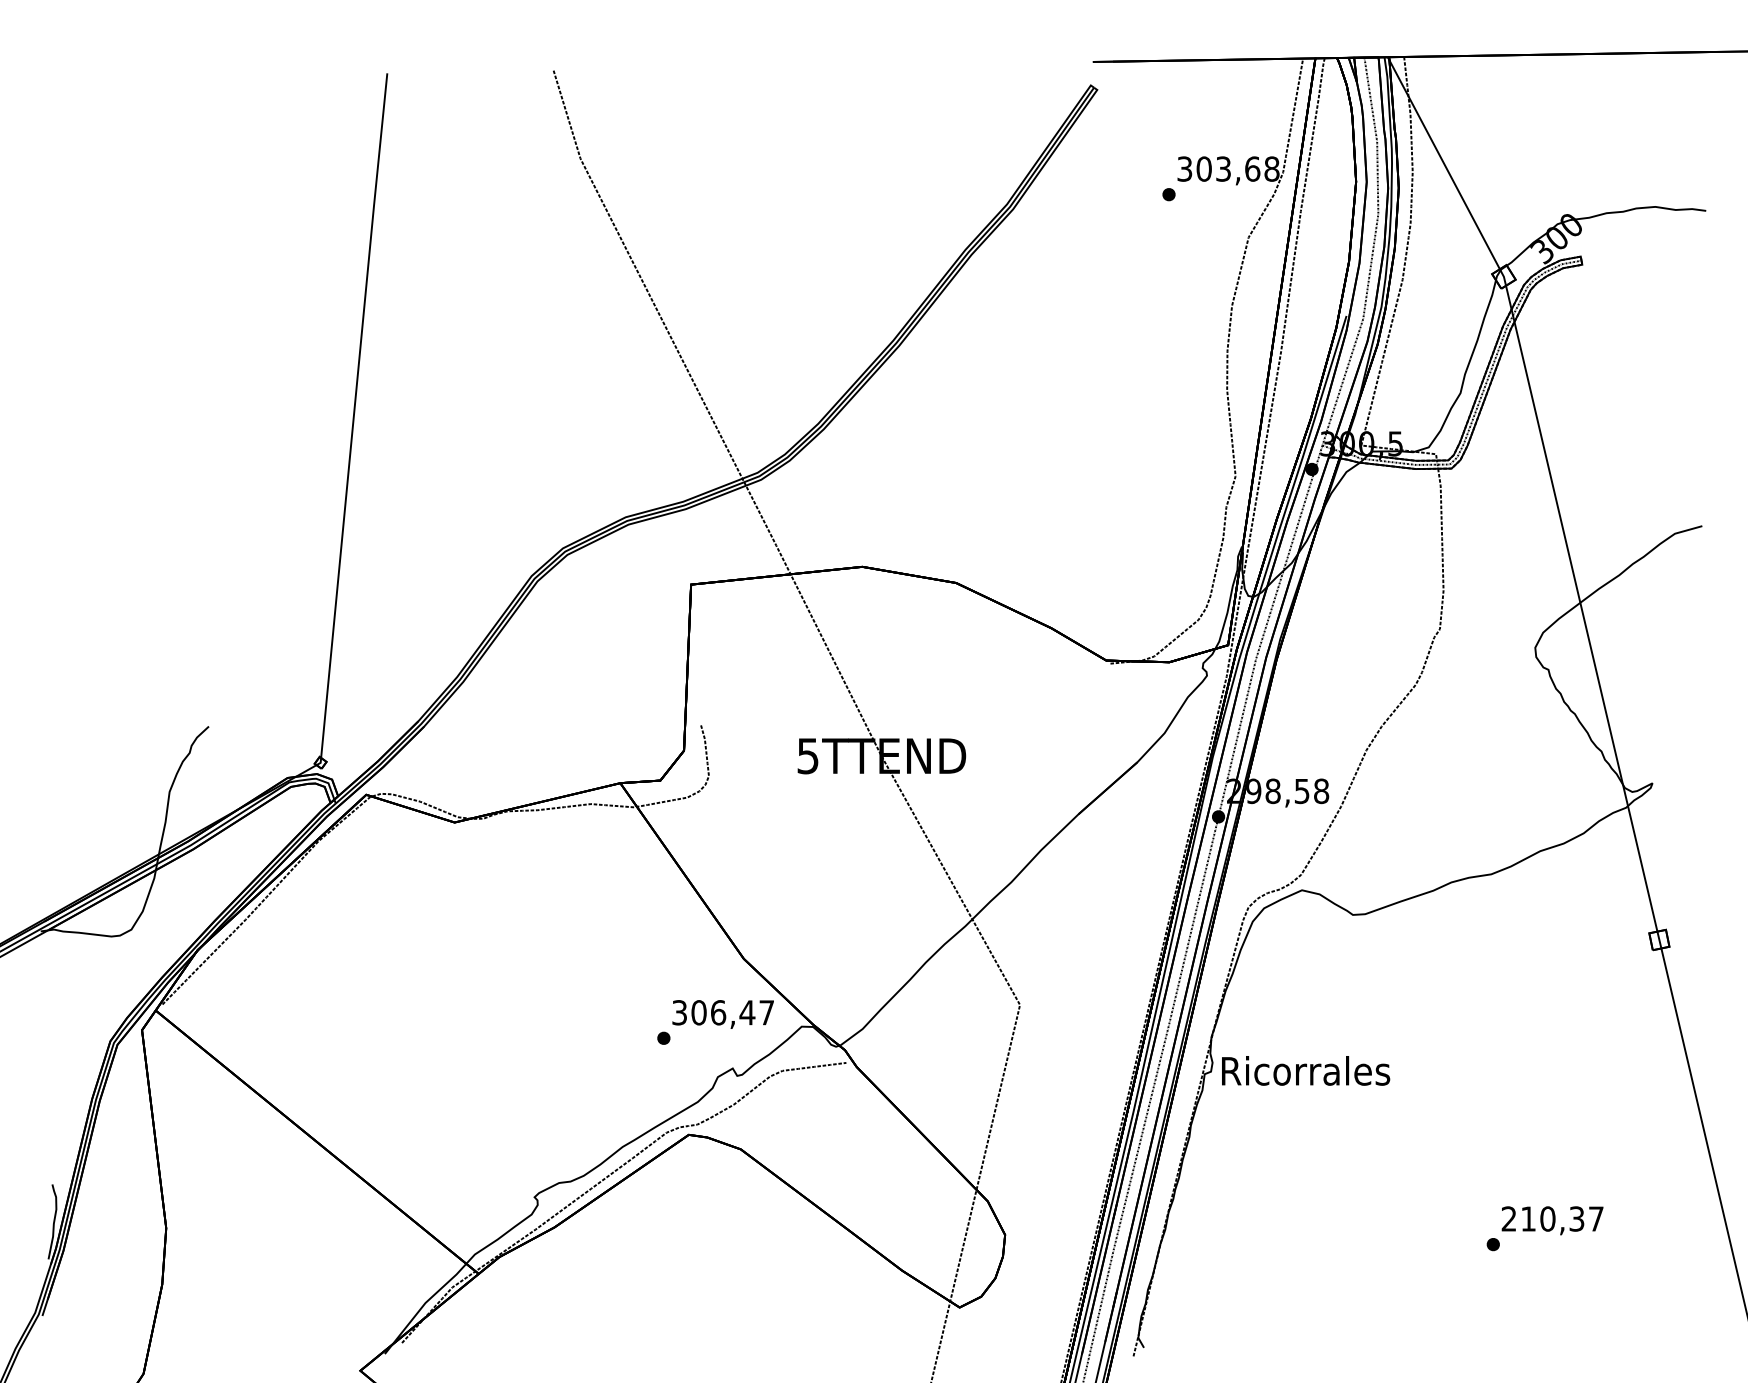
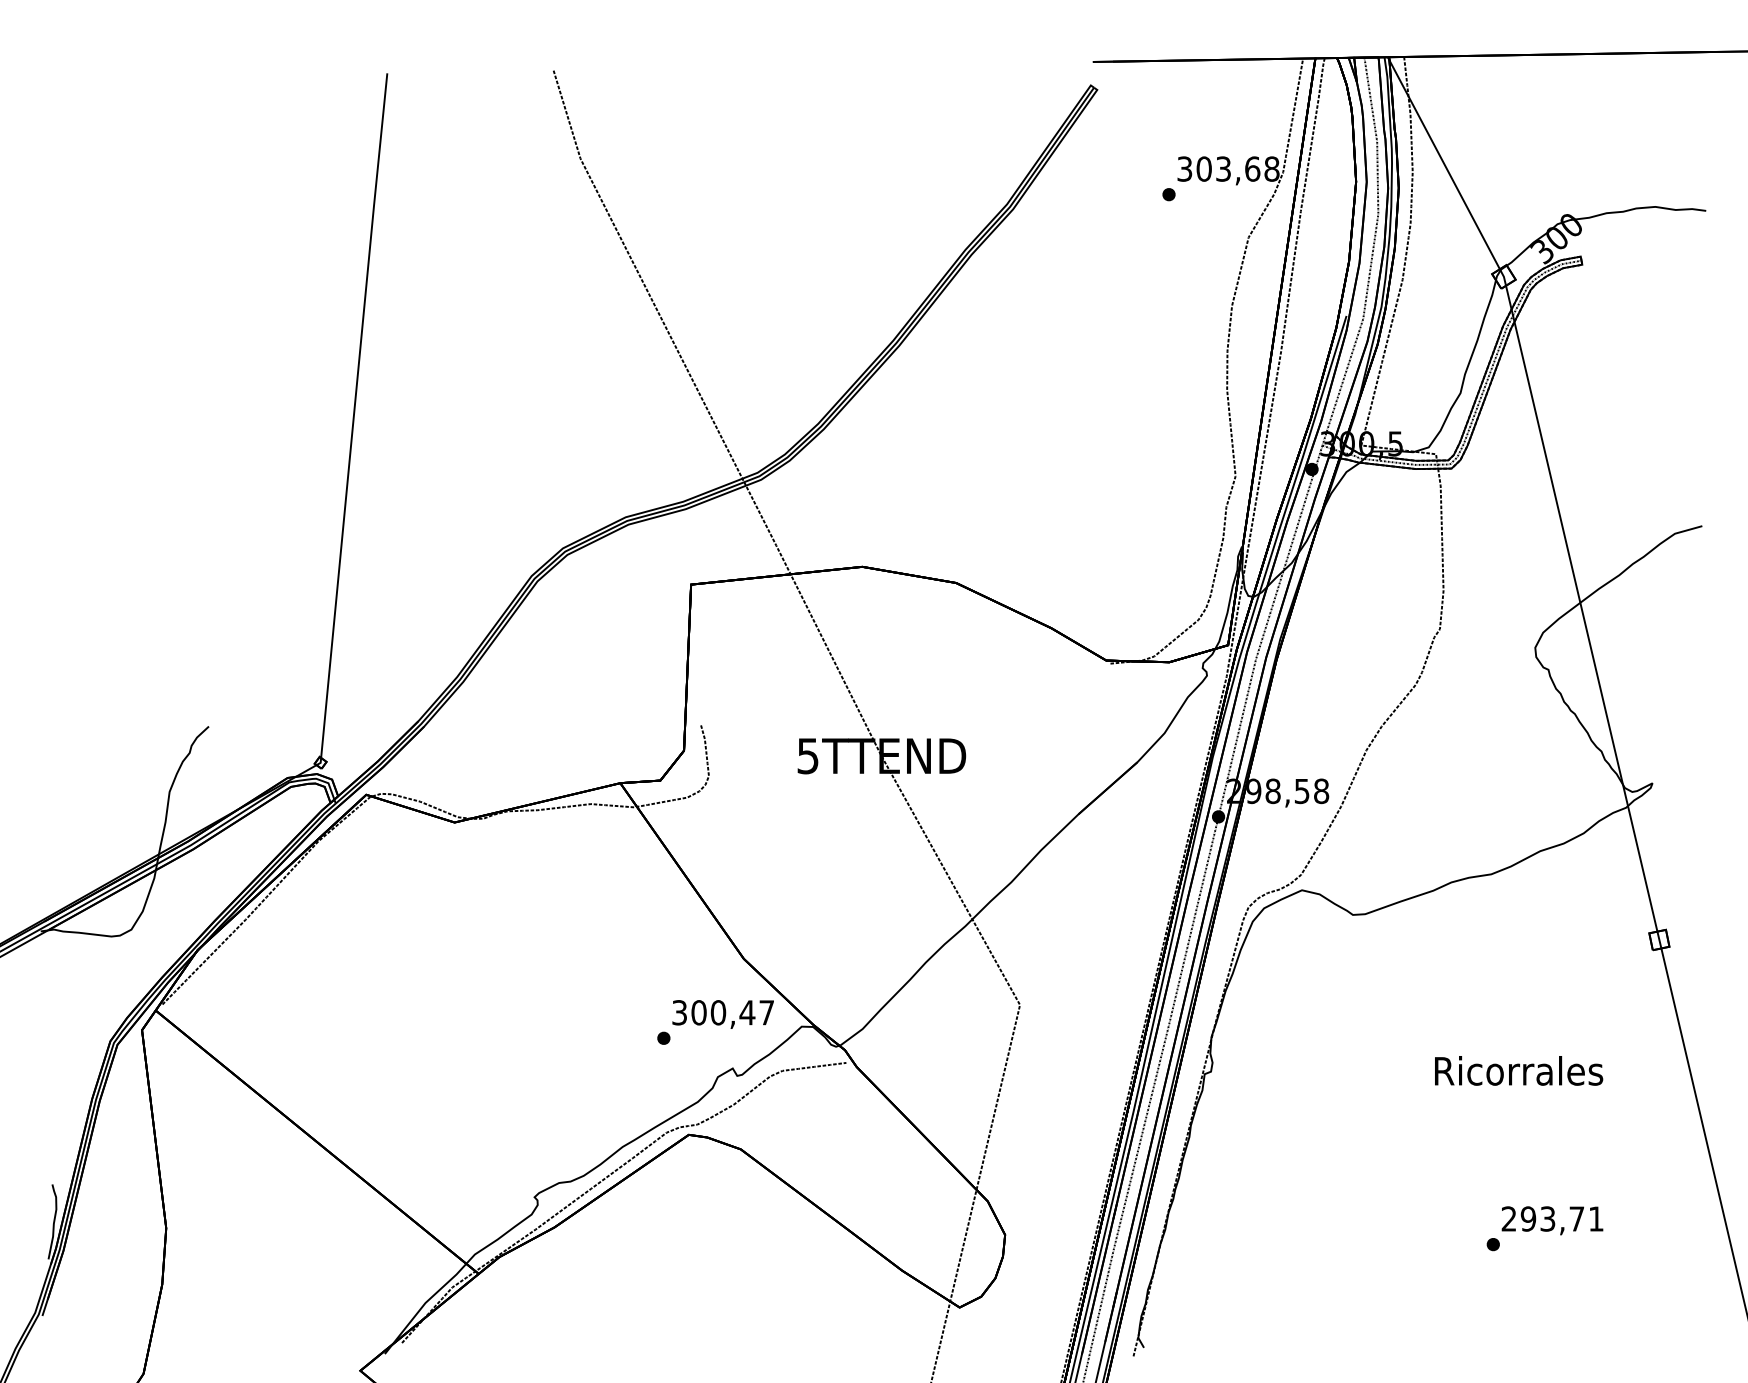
text at (718, 1012): 306,47 -> 300,47
text at (1306, 1070) position: (1306, 1070) -> (1519, 1070)
text at (1561, 1218): 210,37 -> 293,71
